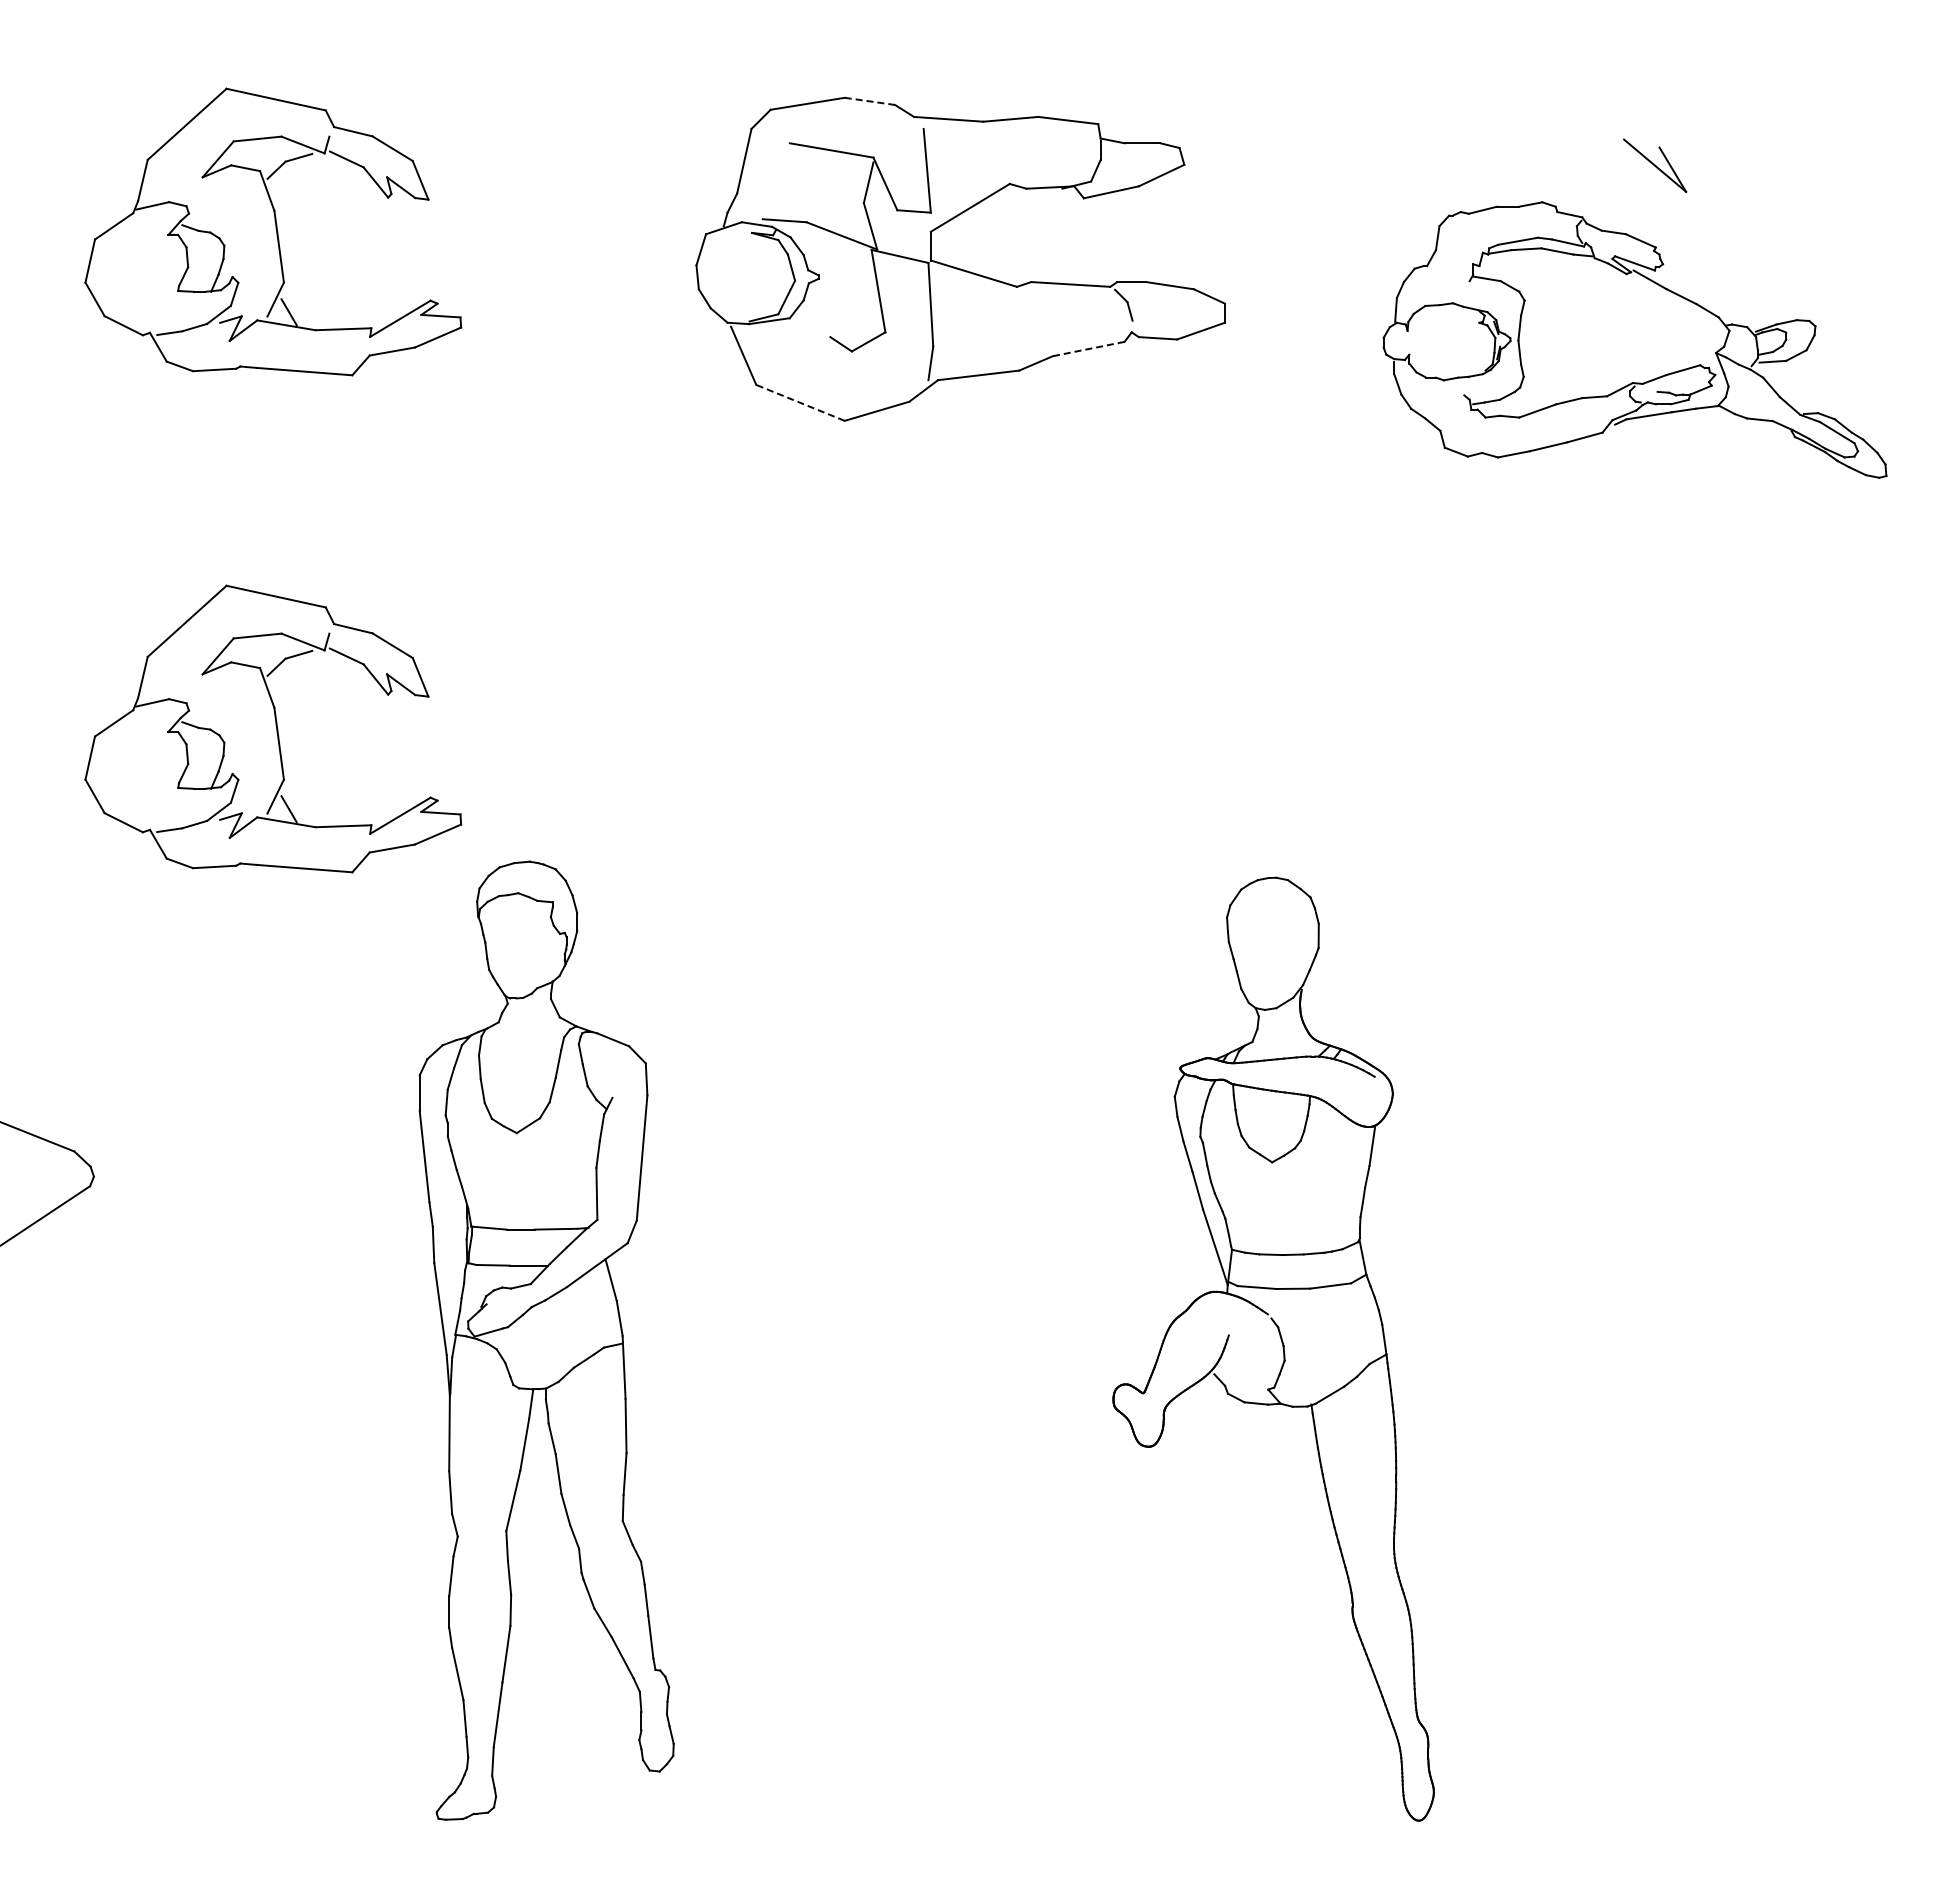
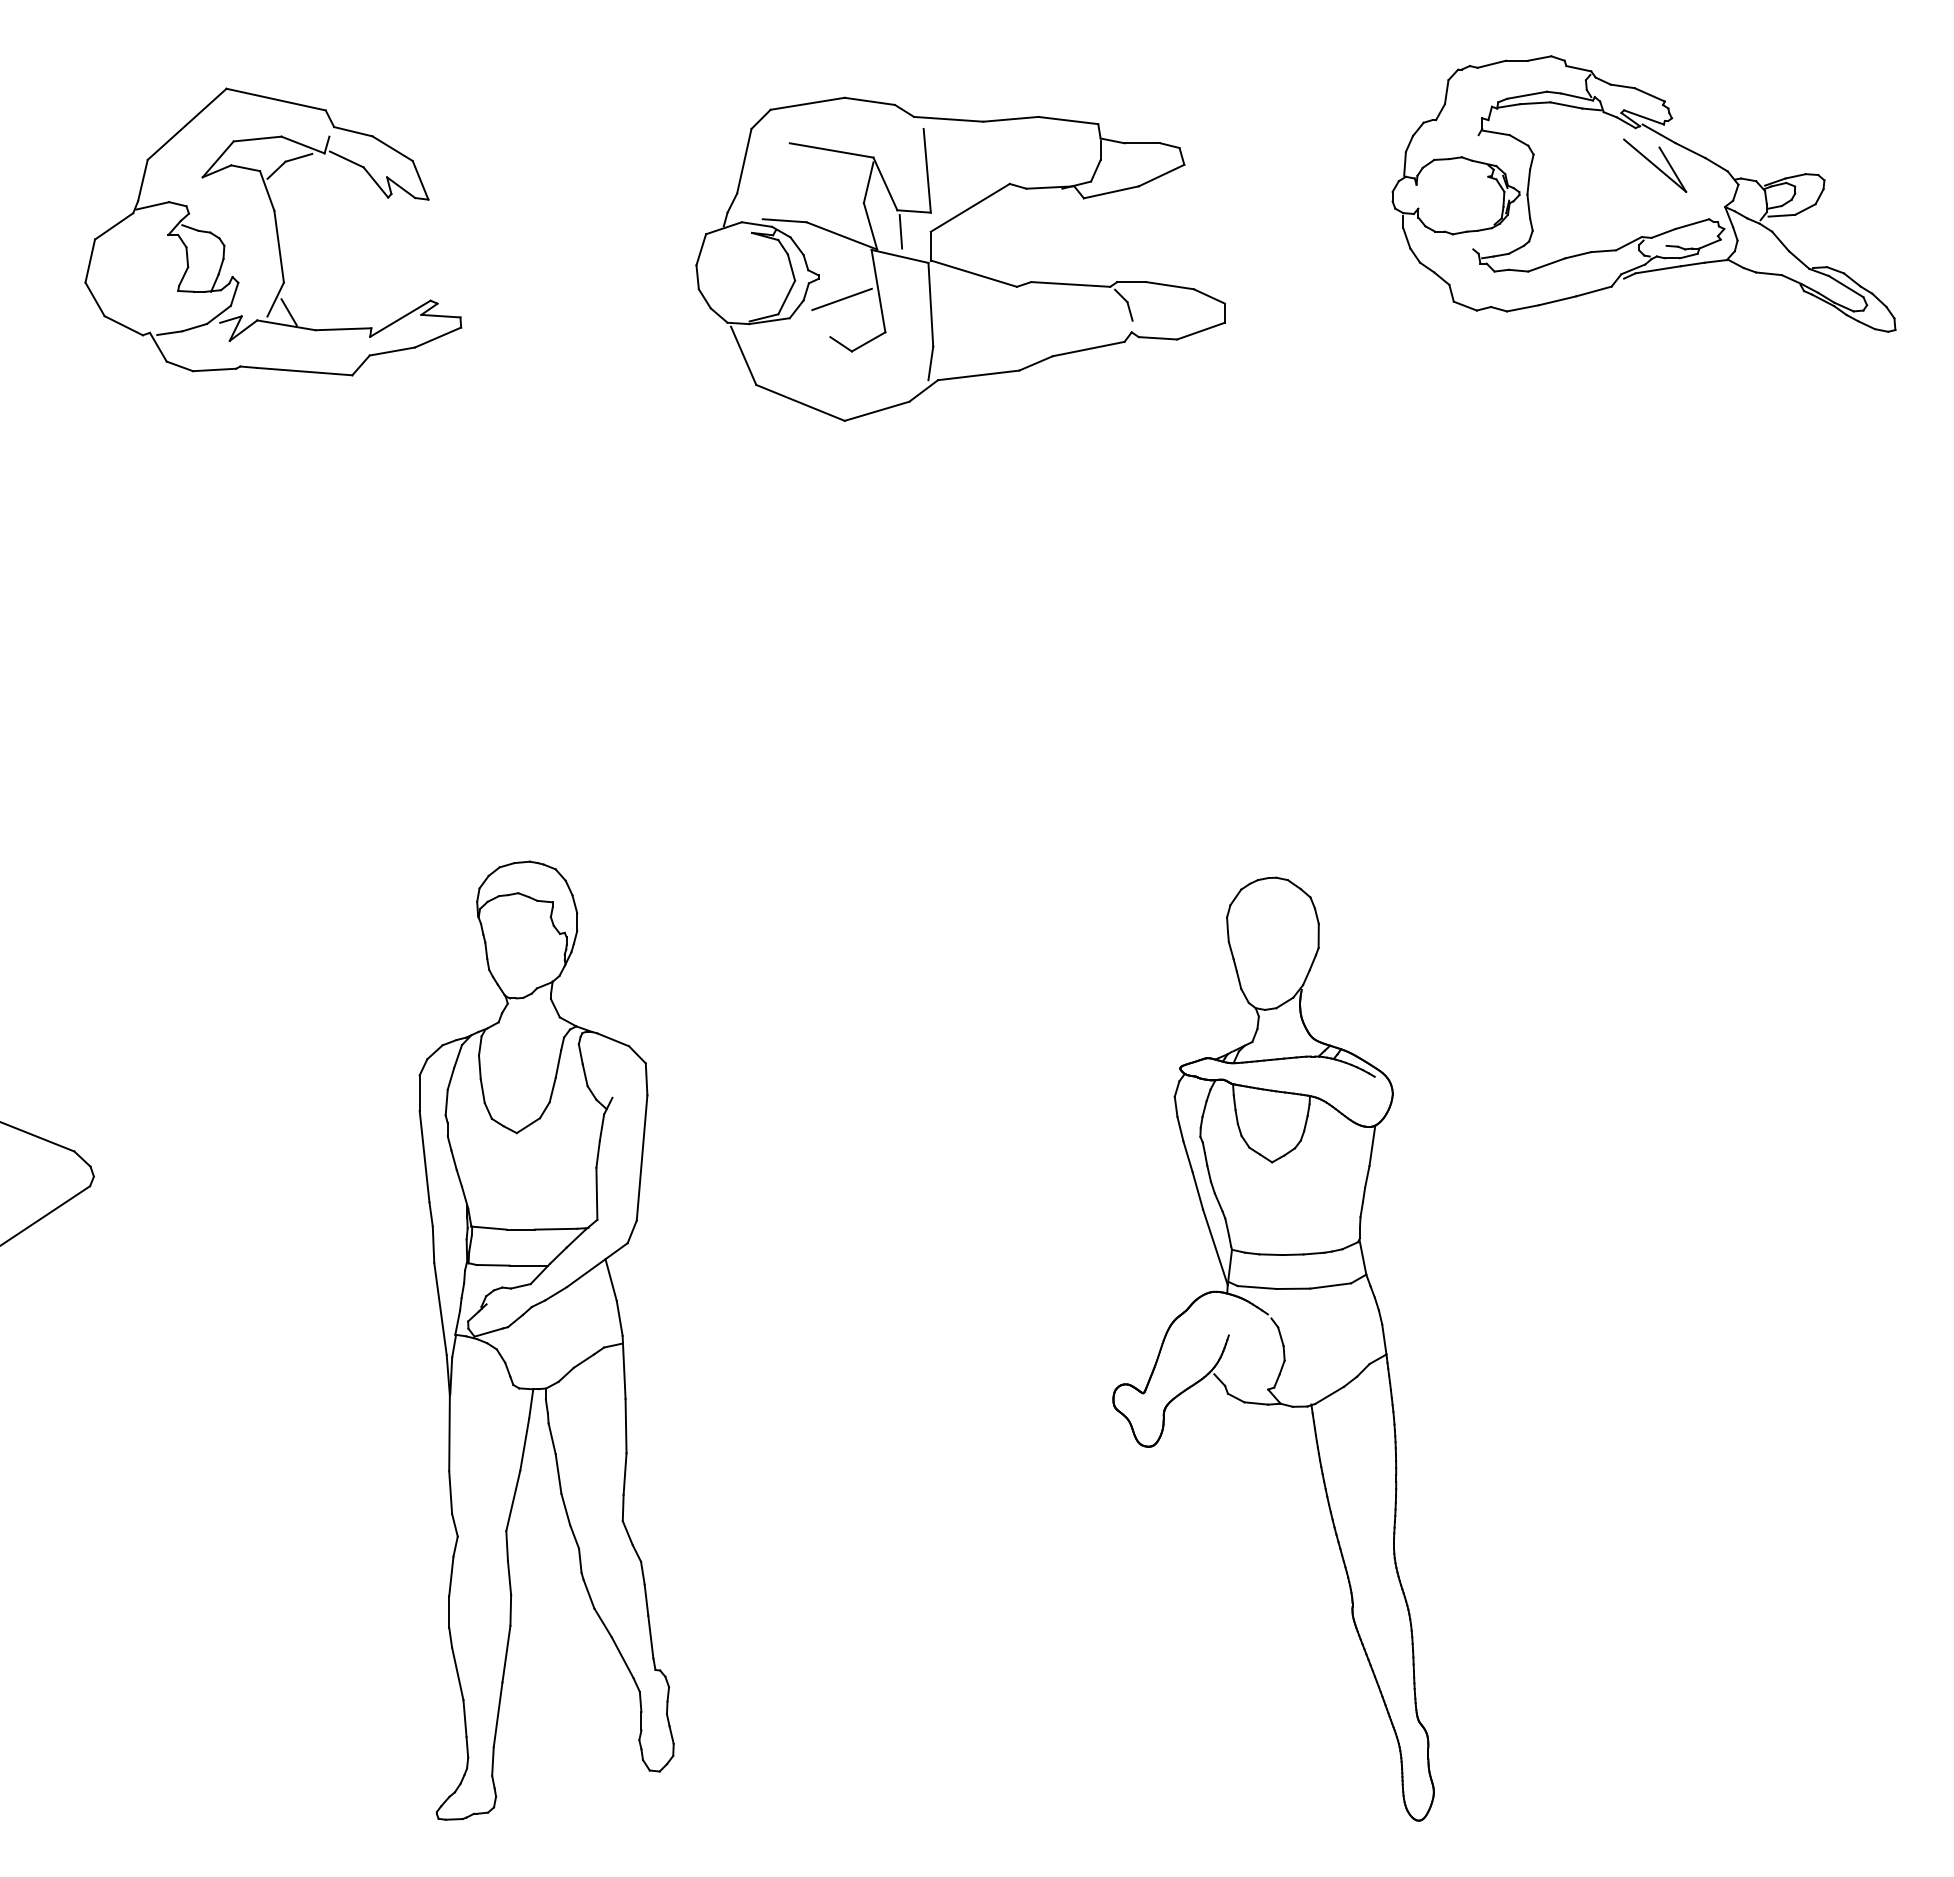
line at (870, 101): dashed -> solid
line at (900, 231): none -> present
line at (841, 299): none -> present
line at (1088, 349): dashed -> solid
part at (1634, 382) position: (1634, 382) -> (1643, 236)
line at (800, 402): dashed -> solid
part at (273, 728): present -> none
